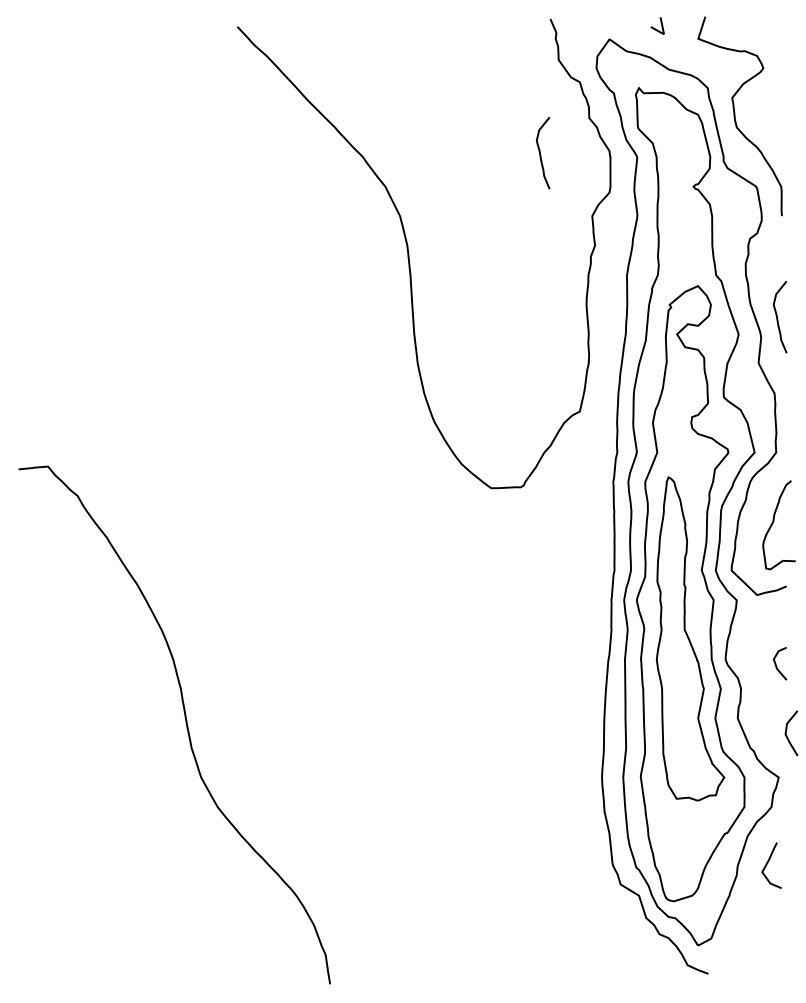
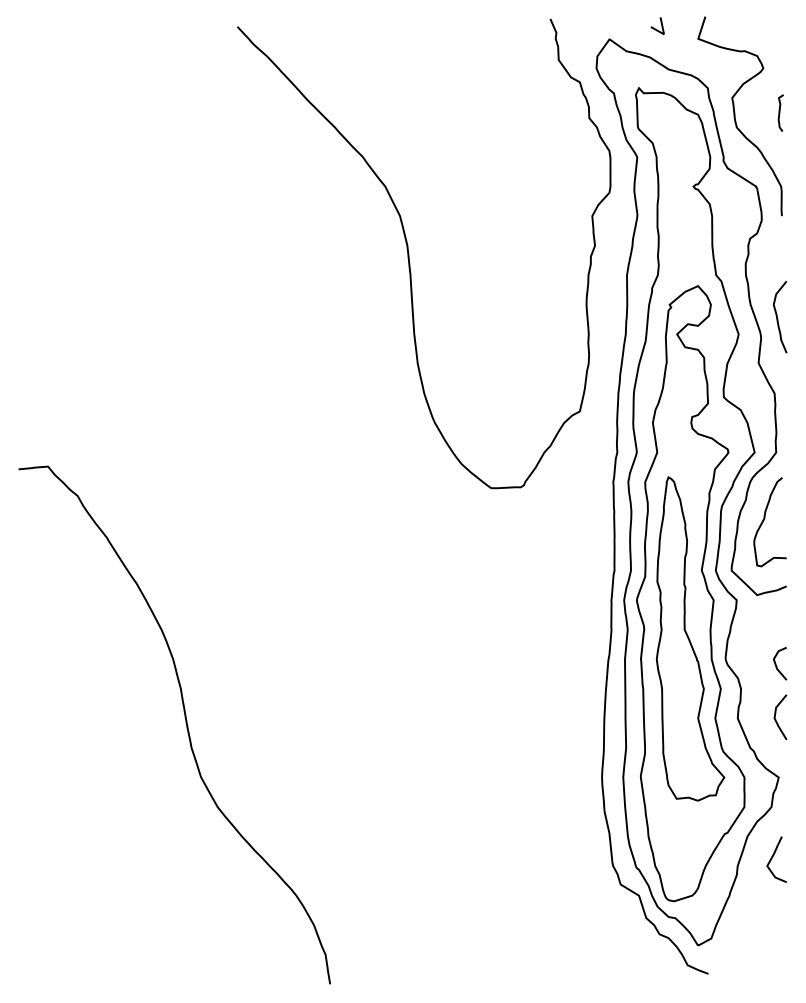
curve at (780, 112): none -> present
curve at (541, 154): present -> none
curve at (773, 523) position: (773, 523) -> (764, 520)
line at (787, 729) position: (787, 729) -> (776, 713)
curve at (768, 863) position: (768, 863) -> (773, 857)
